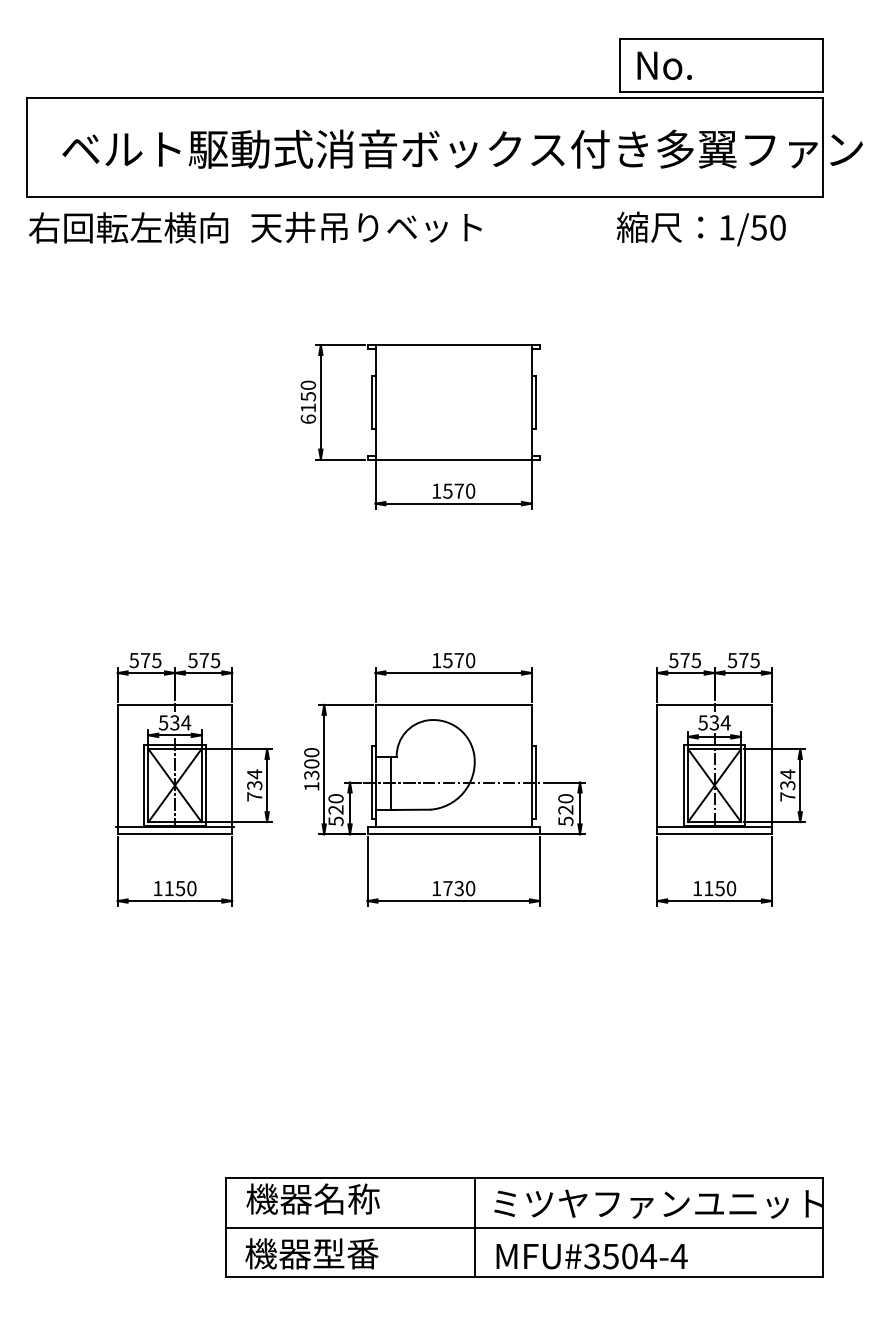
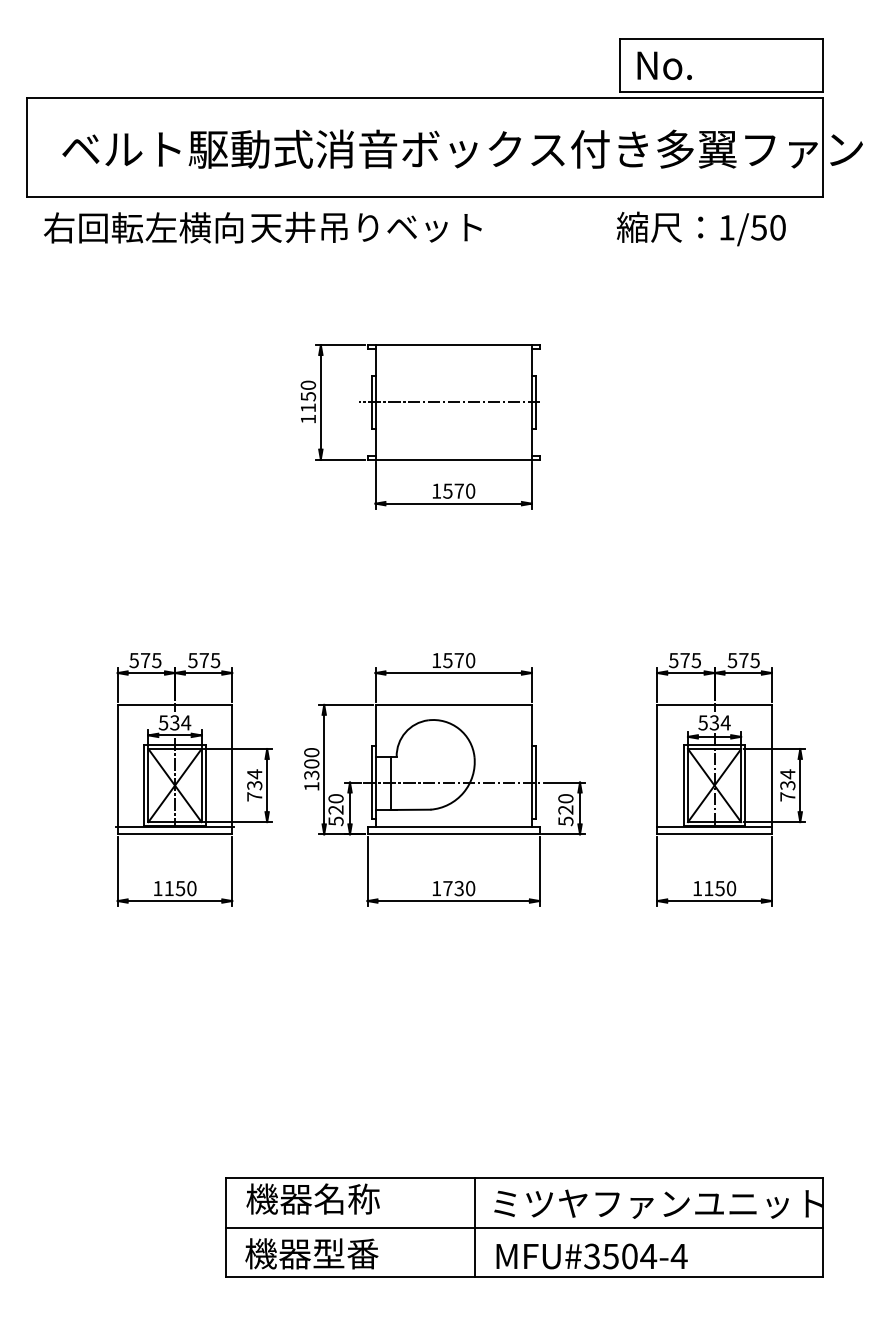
text at (128, 227) position: (128, 227) -> (143, 227)
line at (449, 402): none -> present
text at (308, 418): 6150 -> 1150
